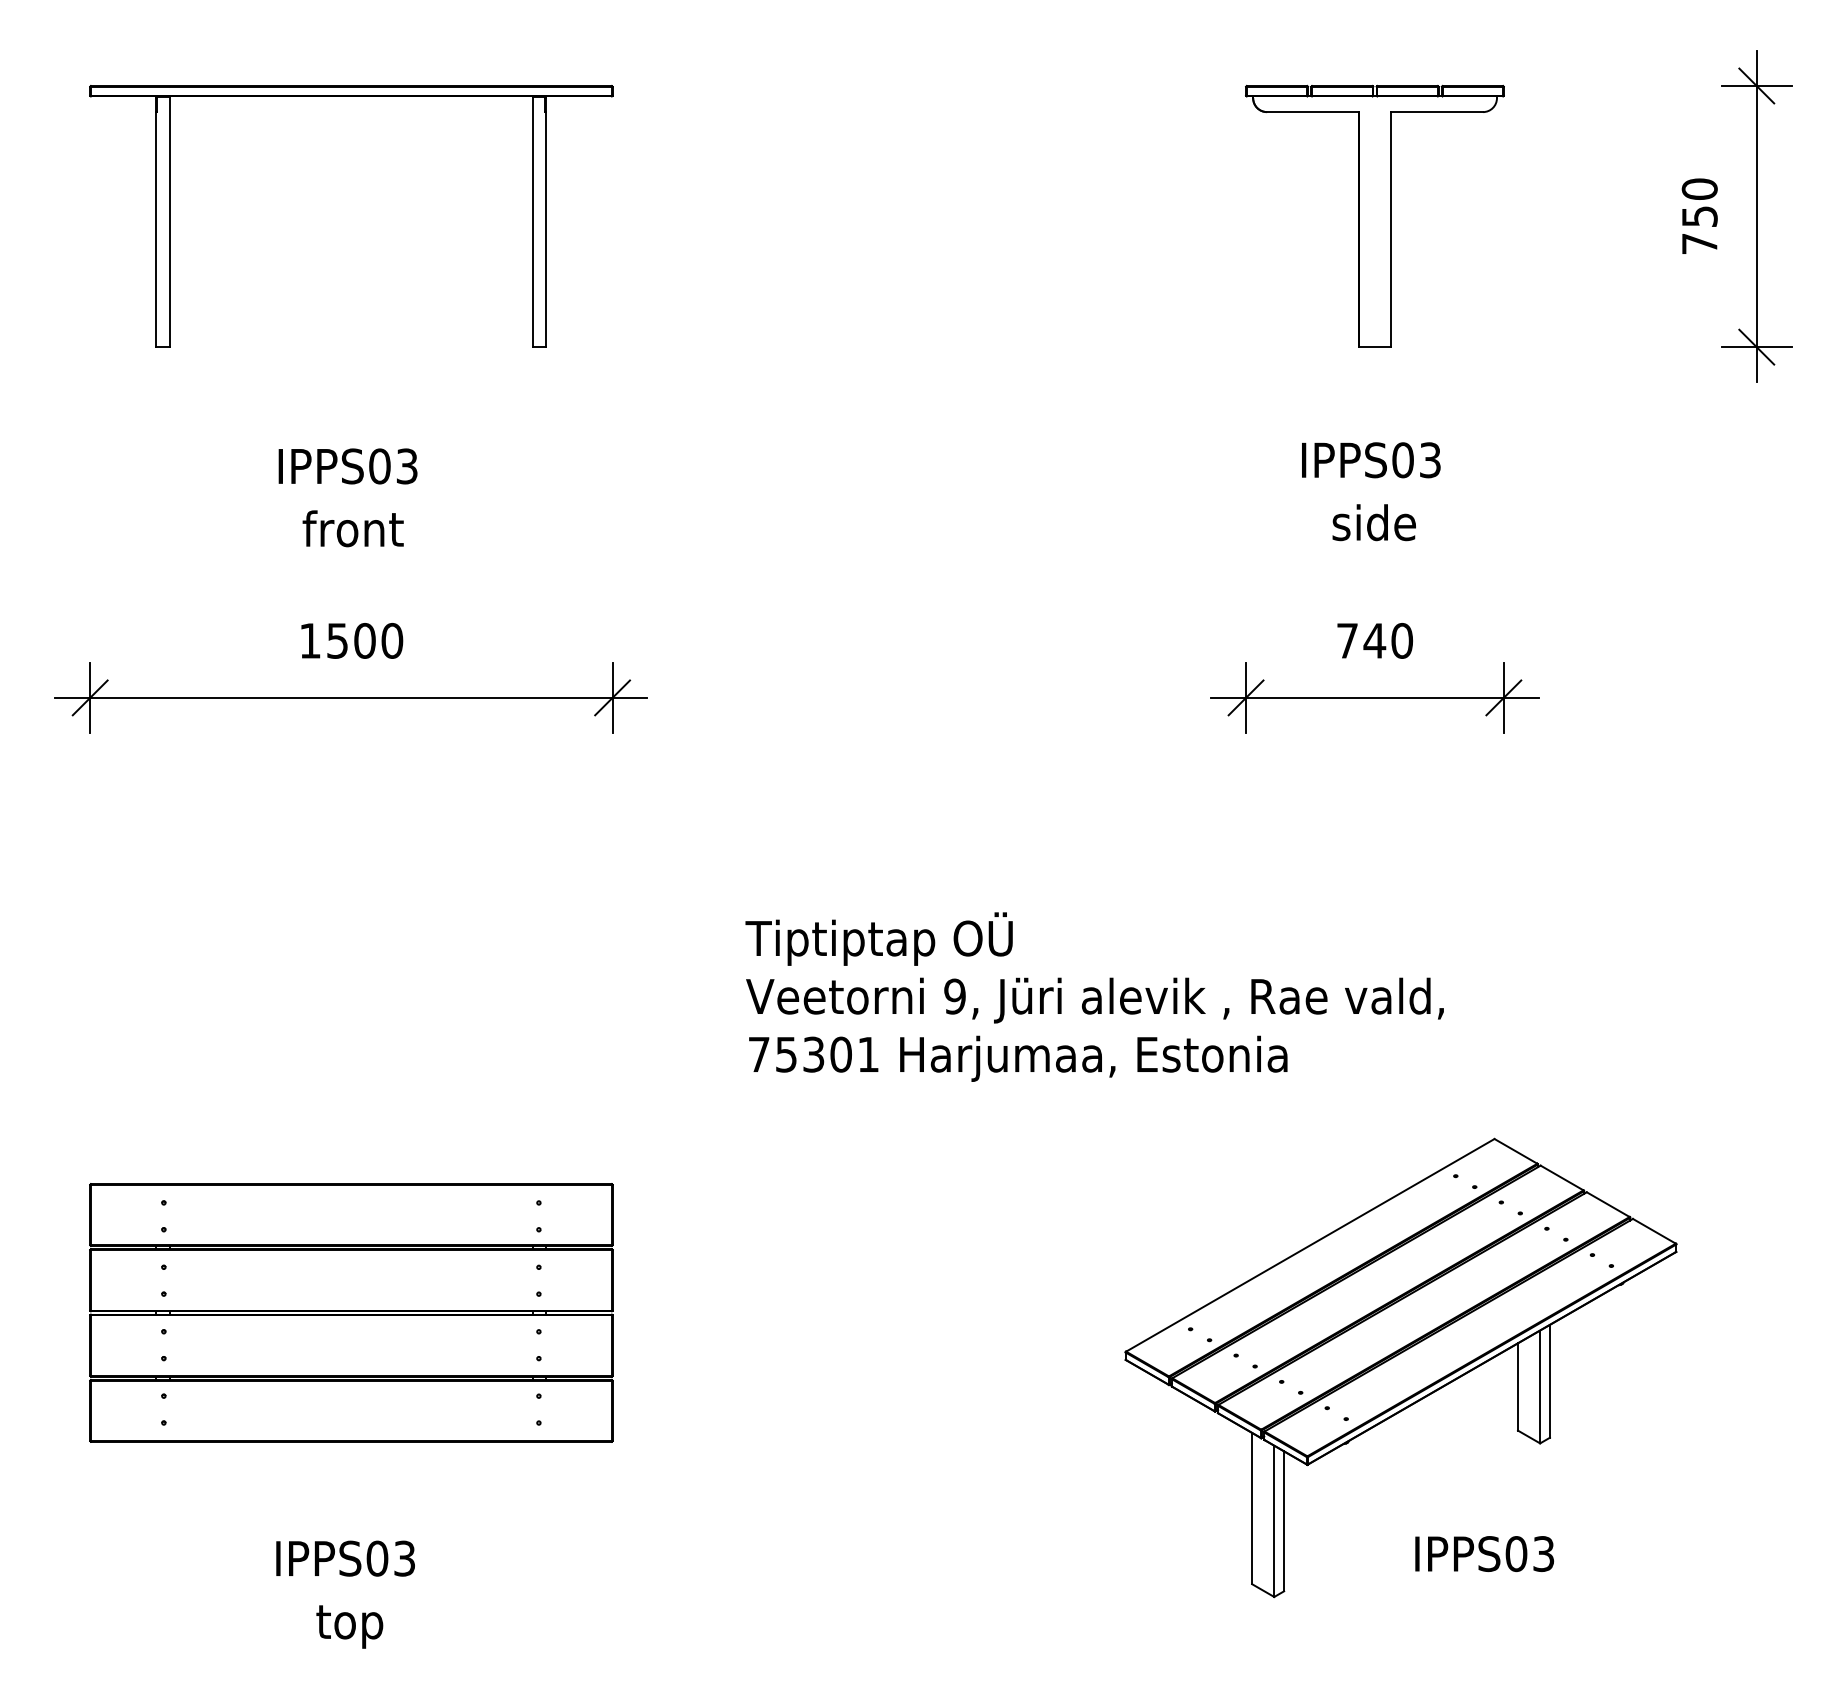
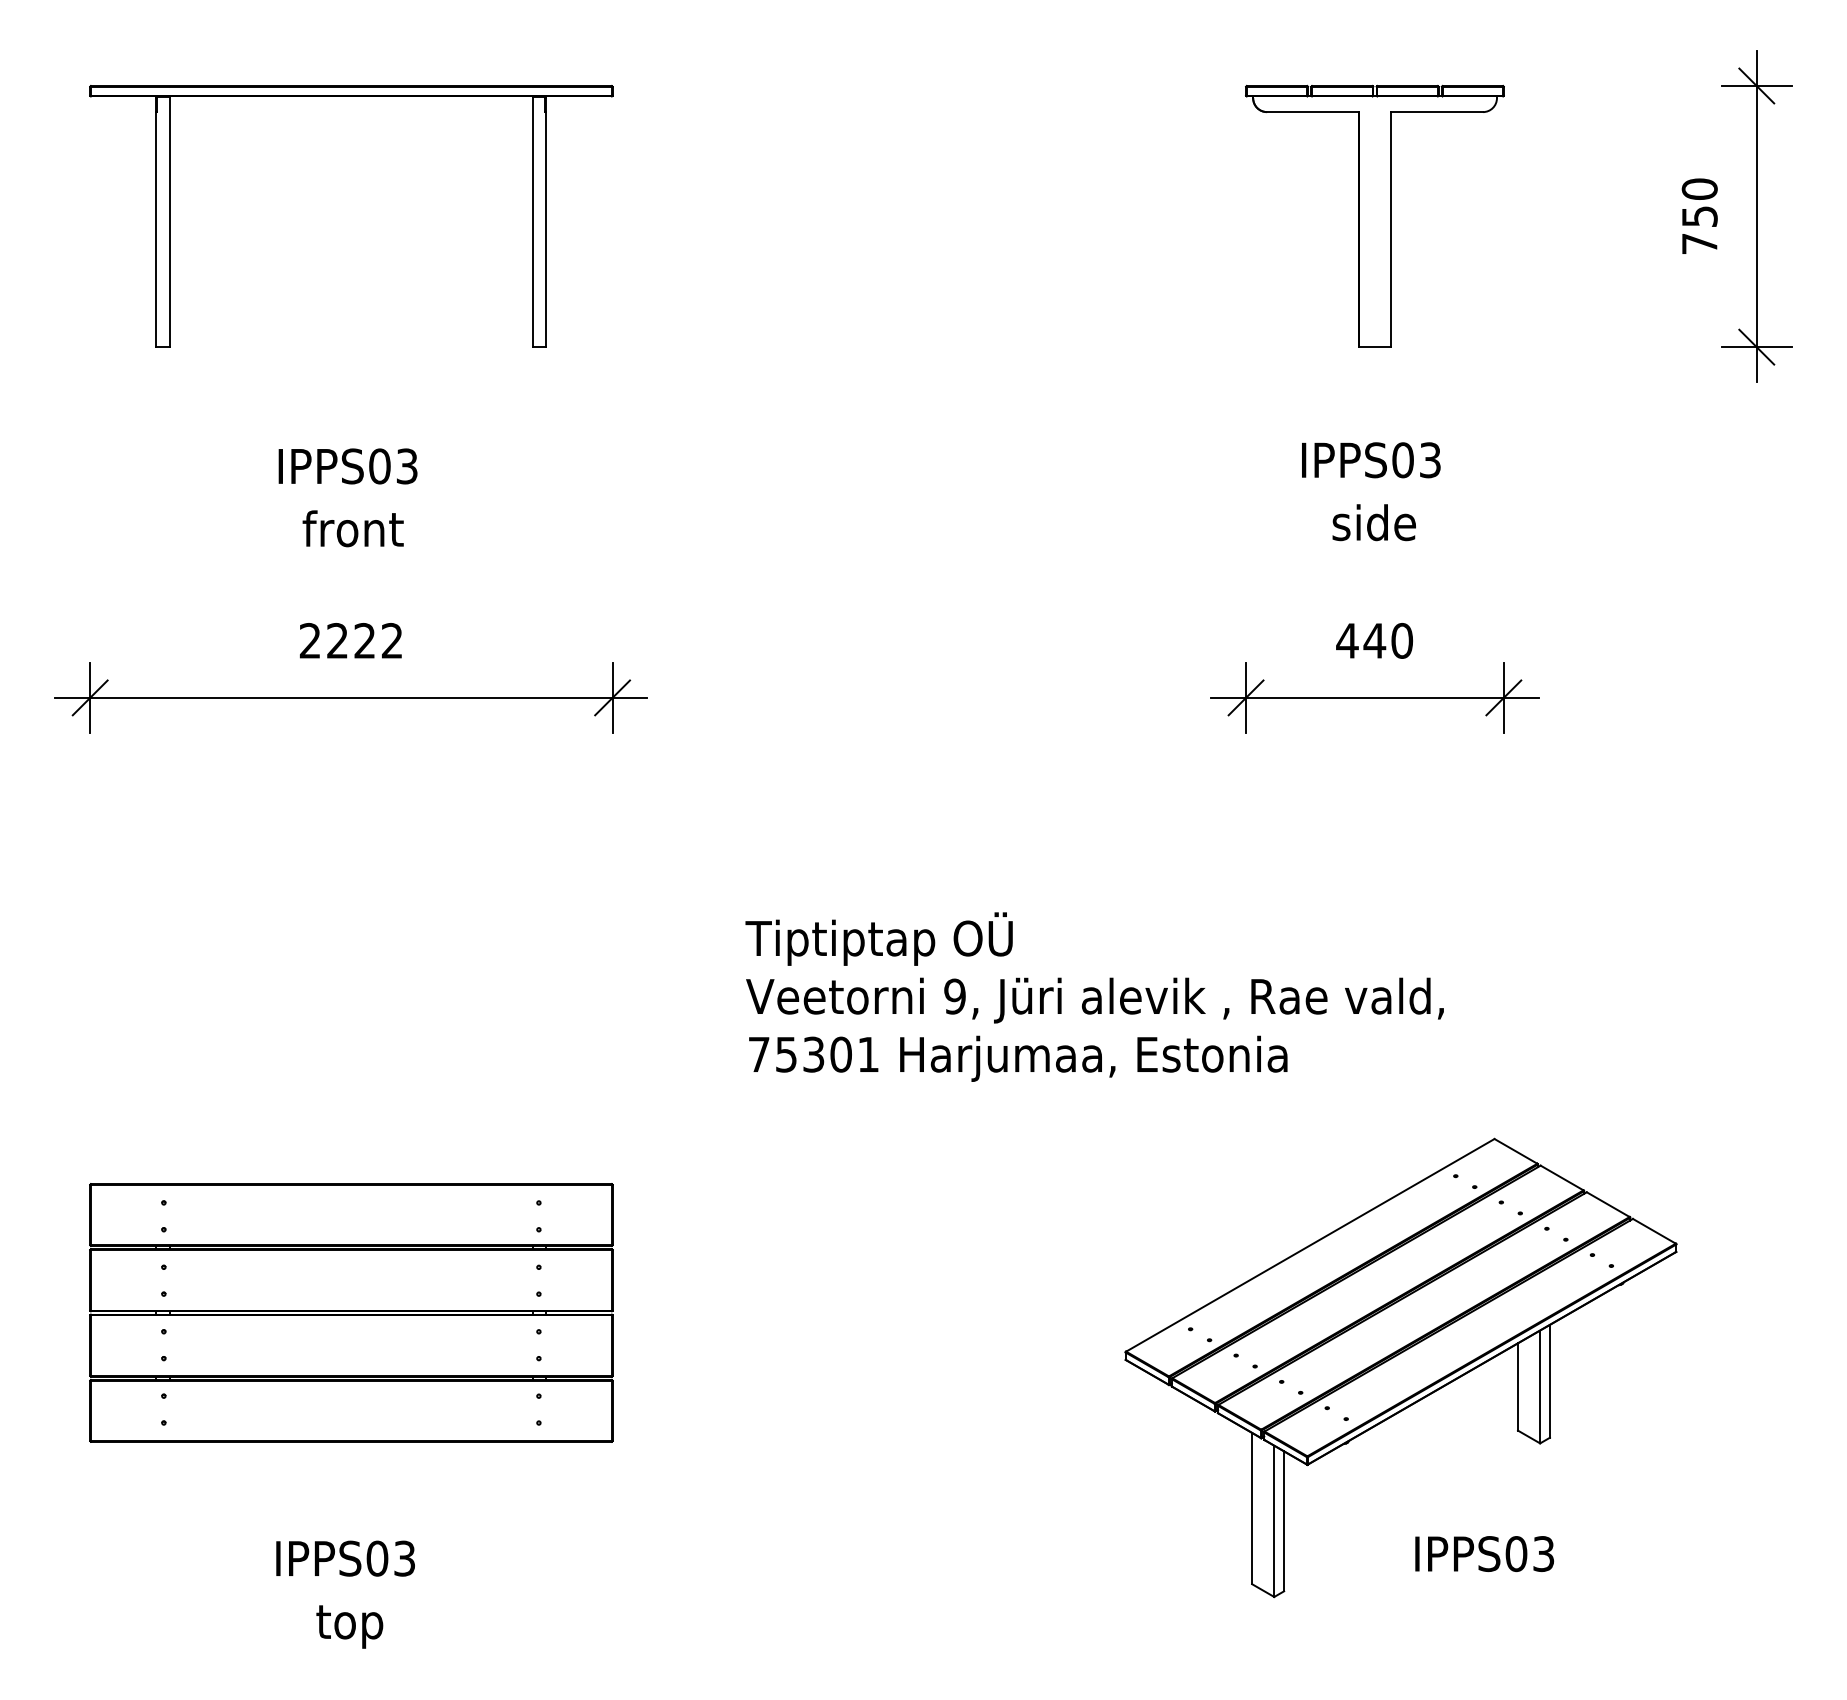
text at (351, 640): 1500 -> 2222
text at (1347, 640): 740 -> 440
